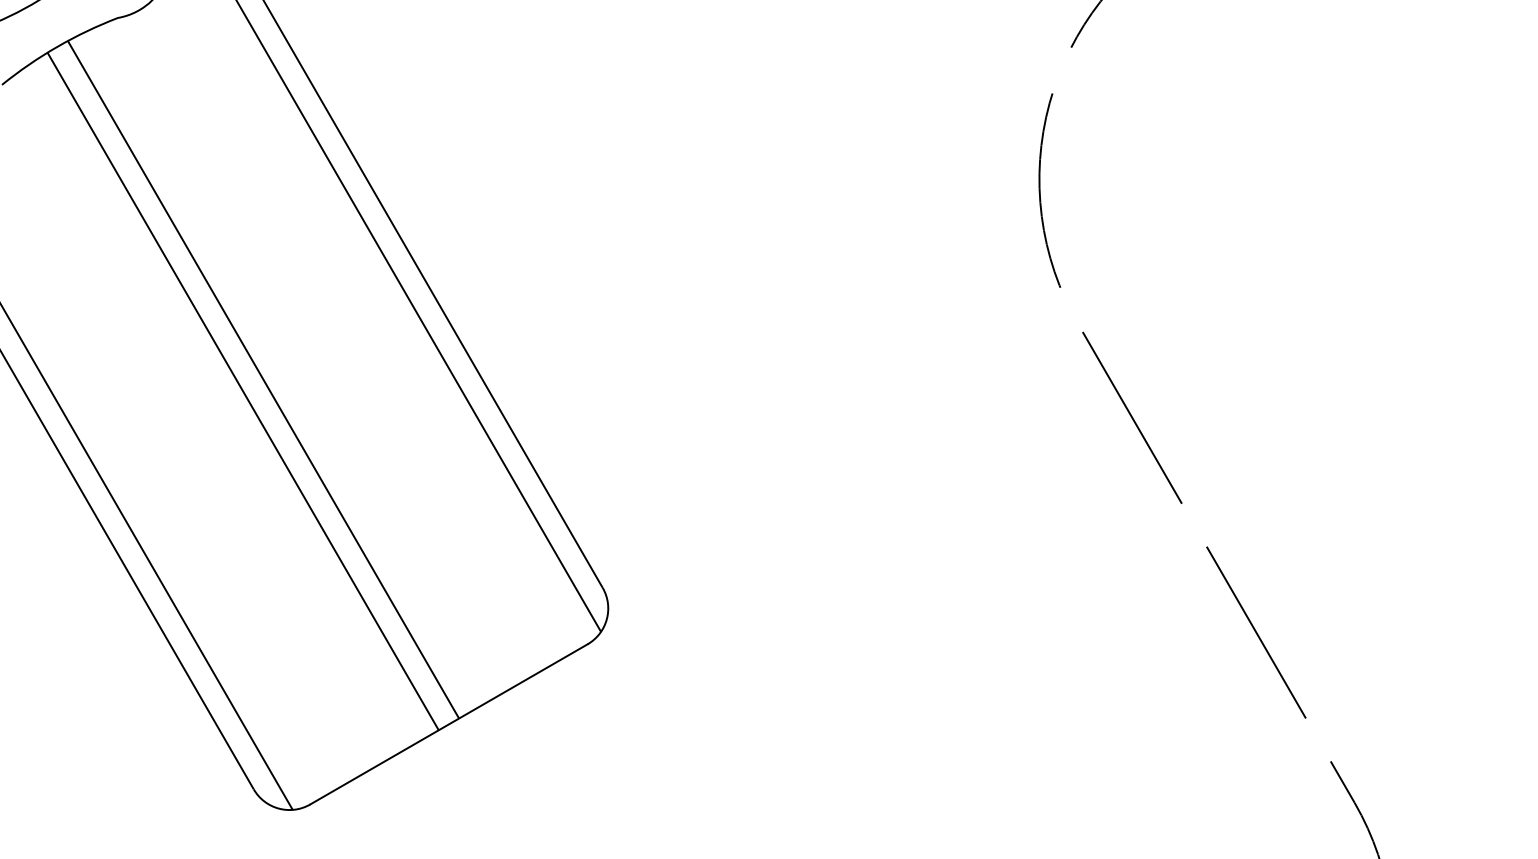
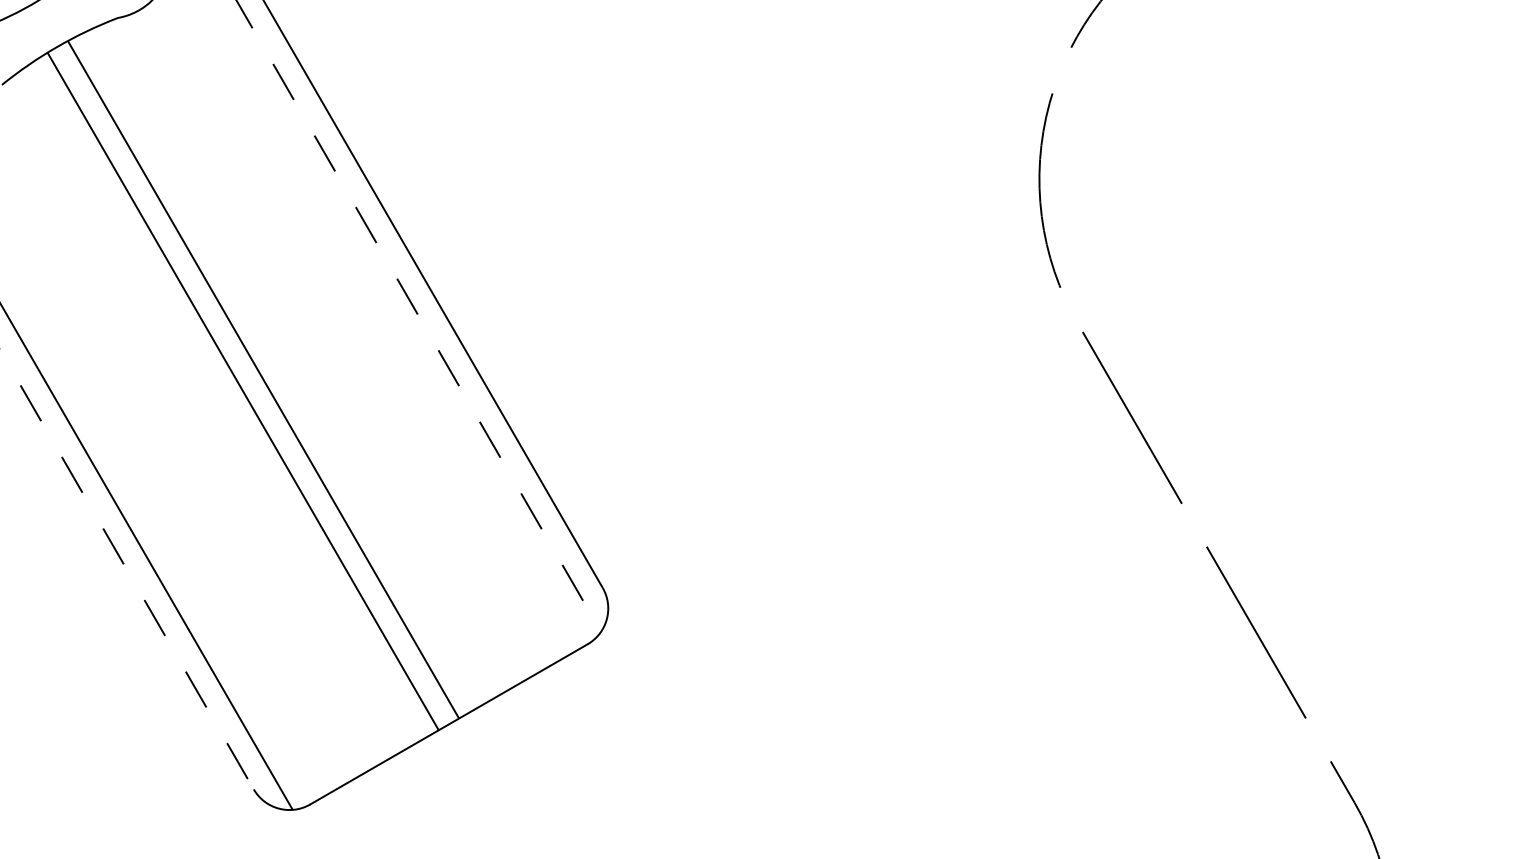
line at (419, 316): solid -> dashed
line at (126, 569): solid -> dashed
